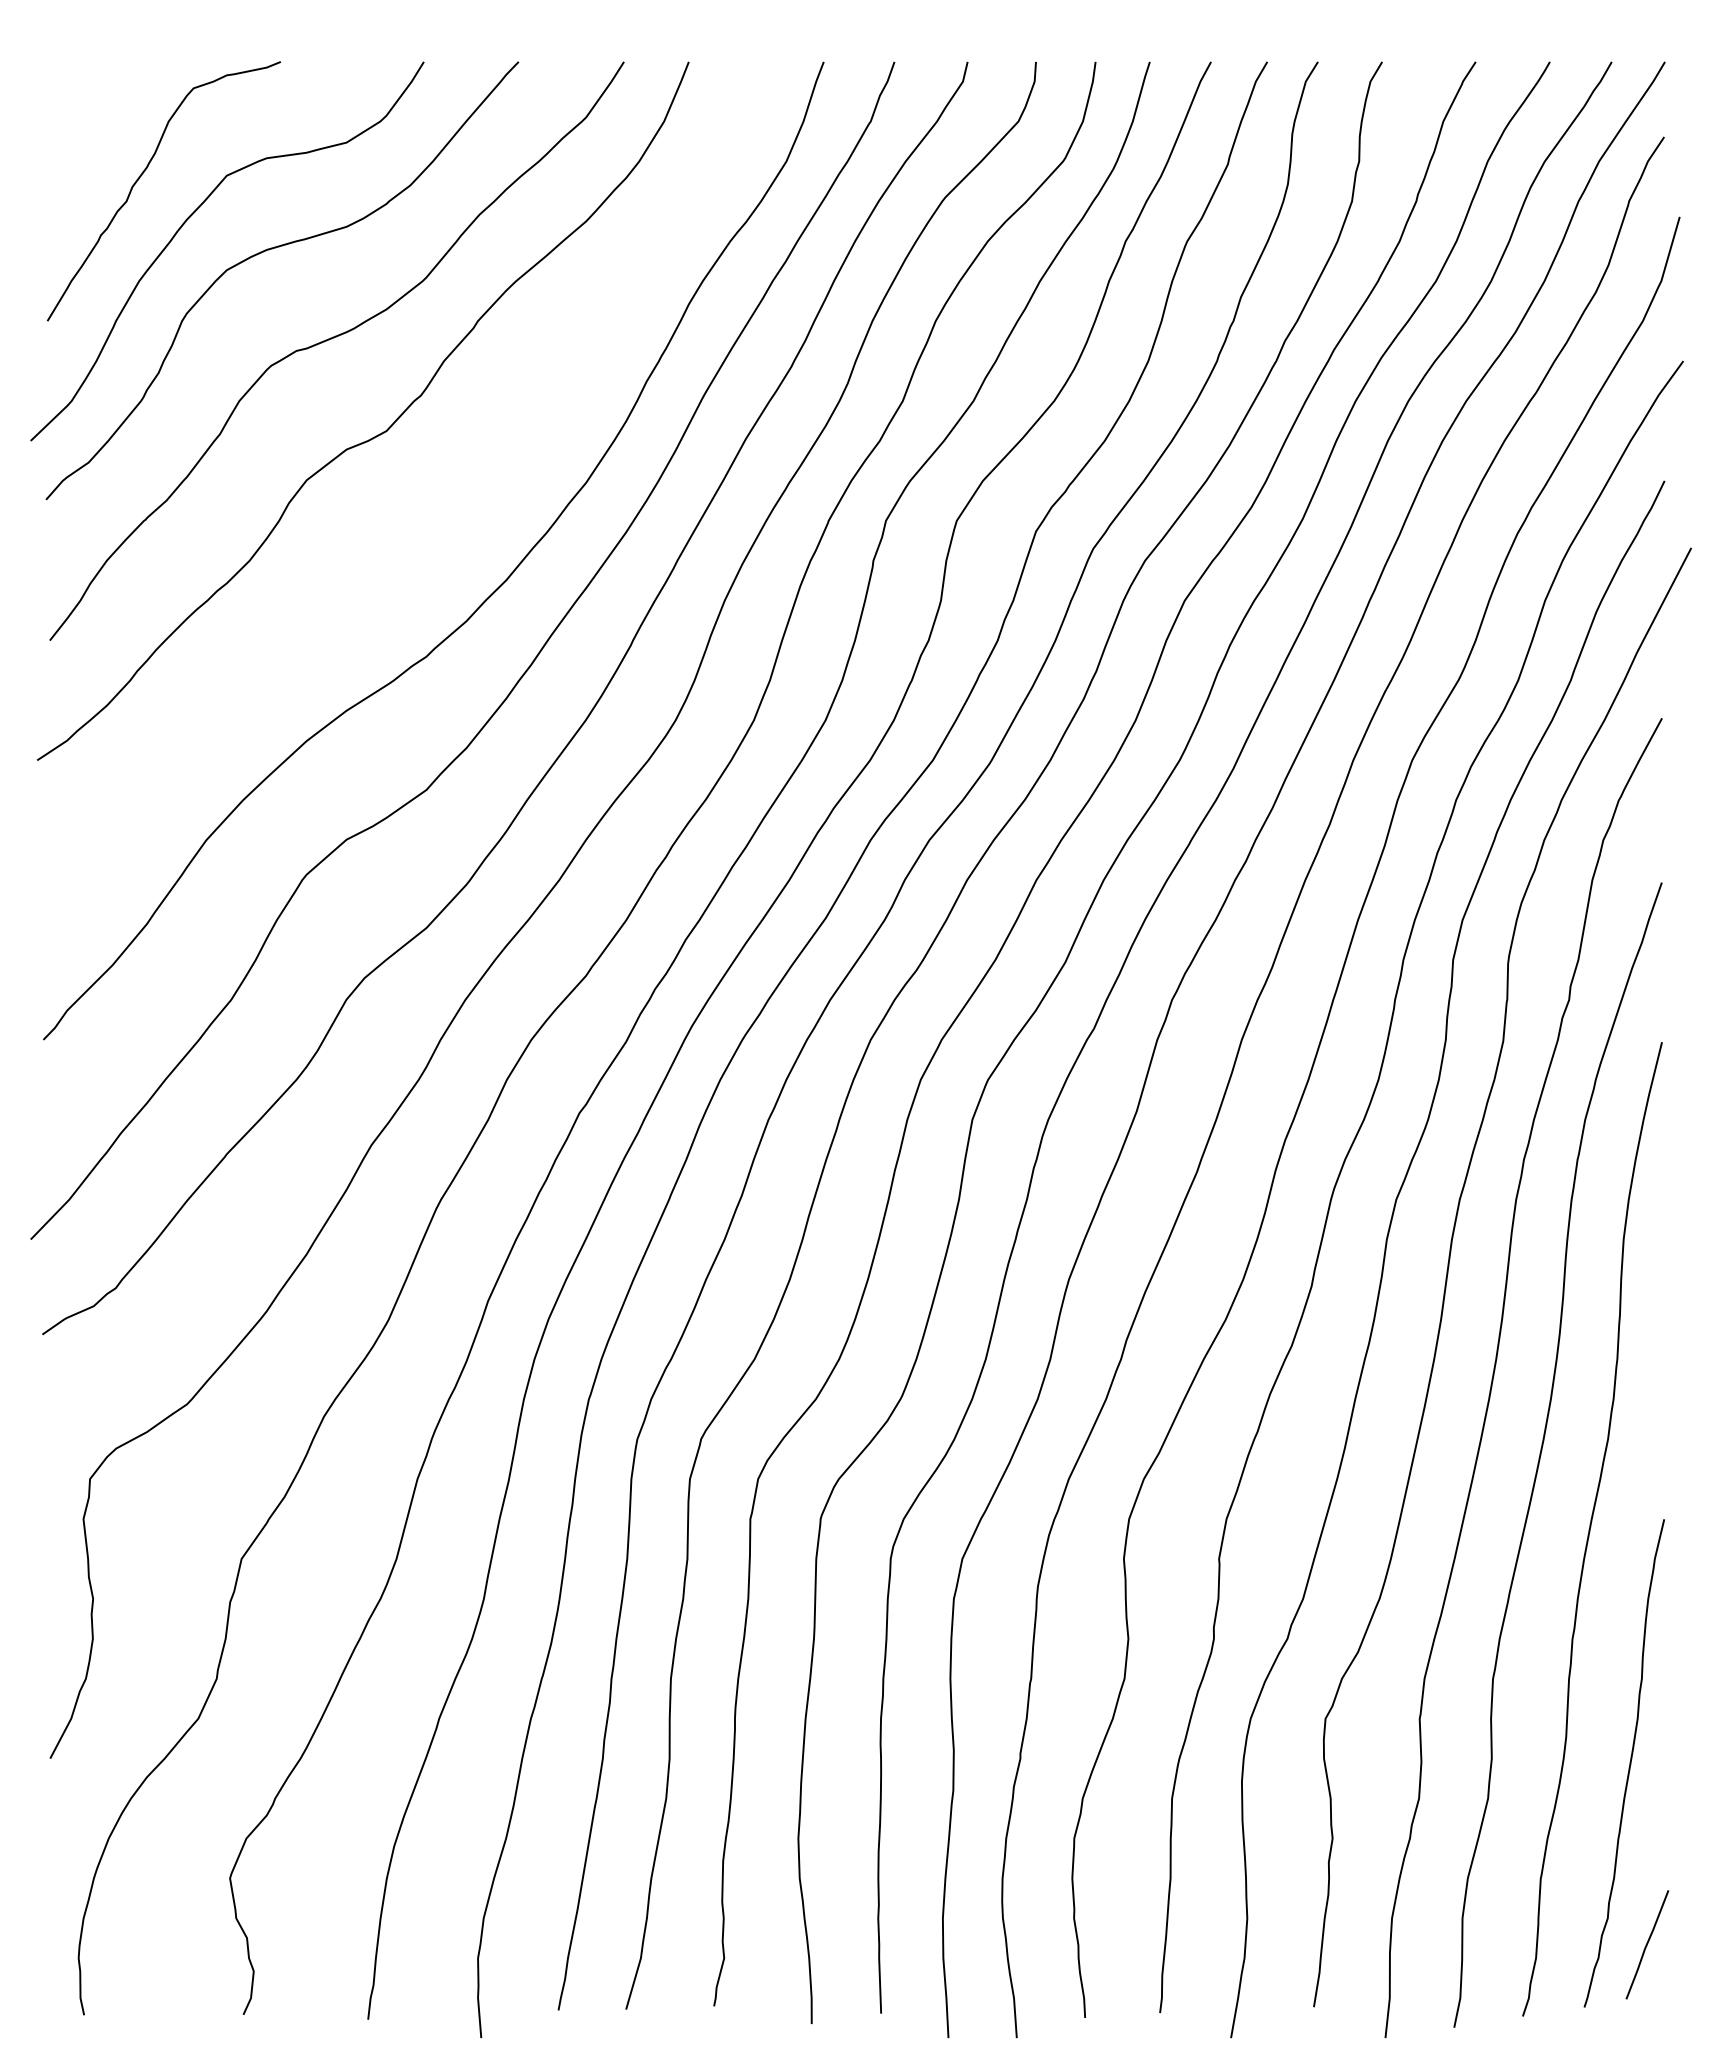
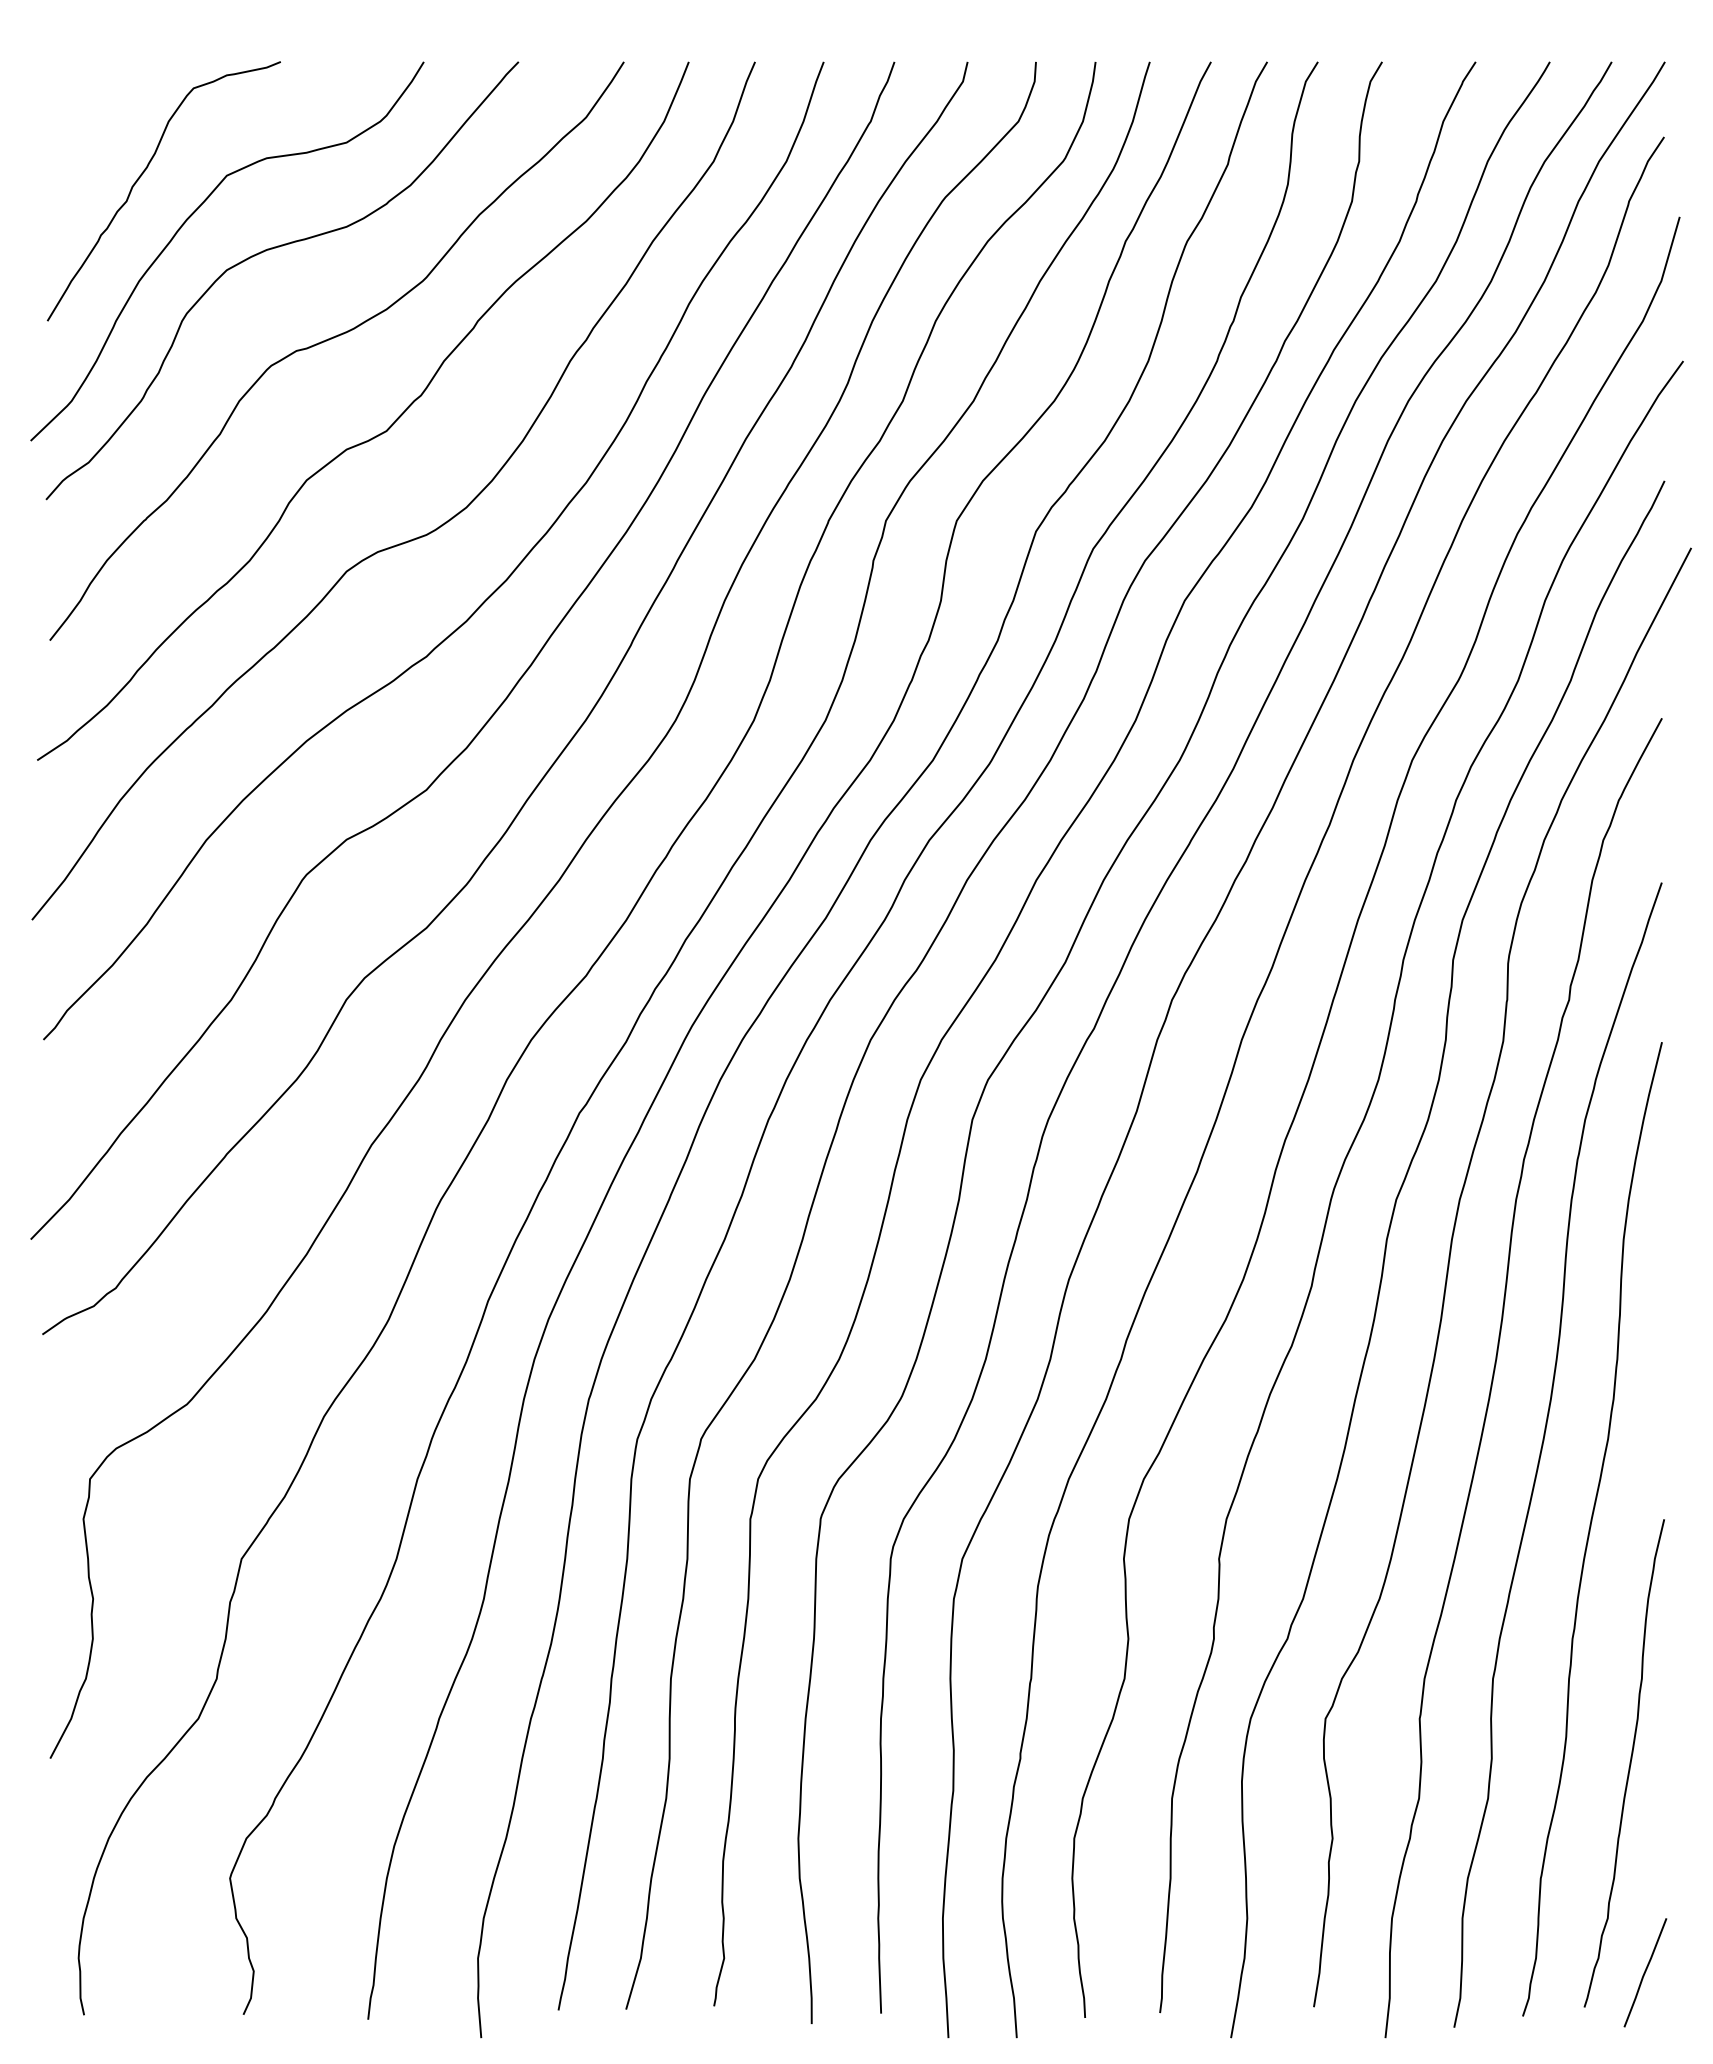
curve at (410, 539): none -> present
line at (1647, 1944) position: (1647, 1944) -> (1645, 1972)
